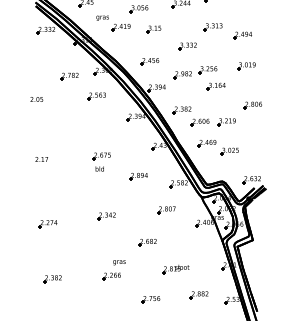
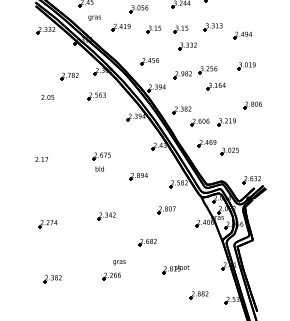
text at (102, 17) position: (102, 17) -> (94, 17)
part at (180, 29): none -> present
text at (36, 99) position: (36, 99) -> (47, 97)
part at (150, 299): present -> none
